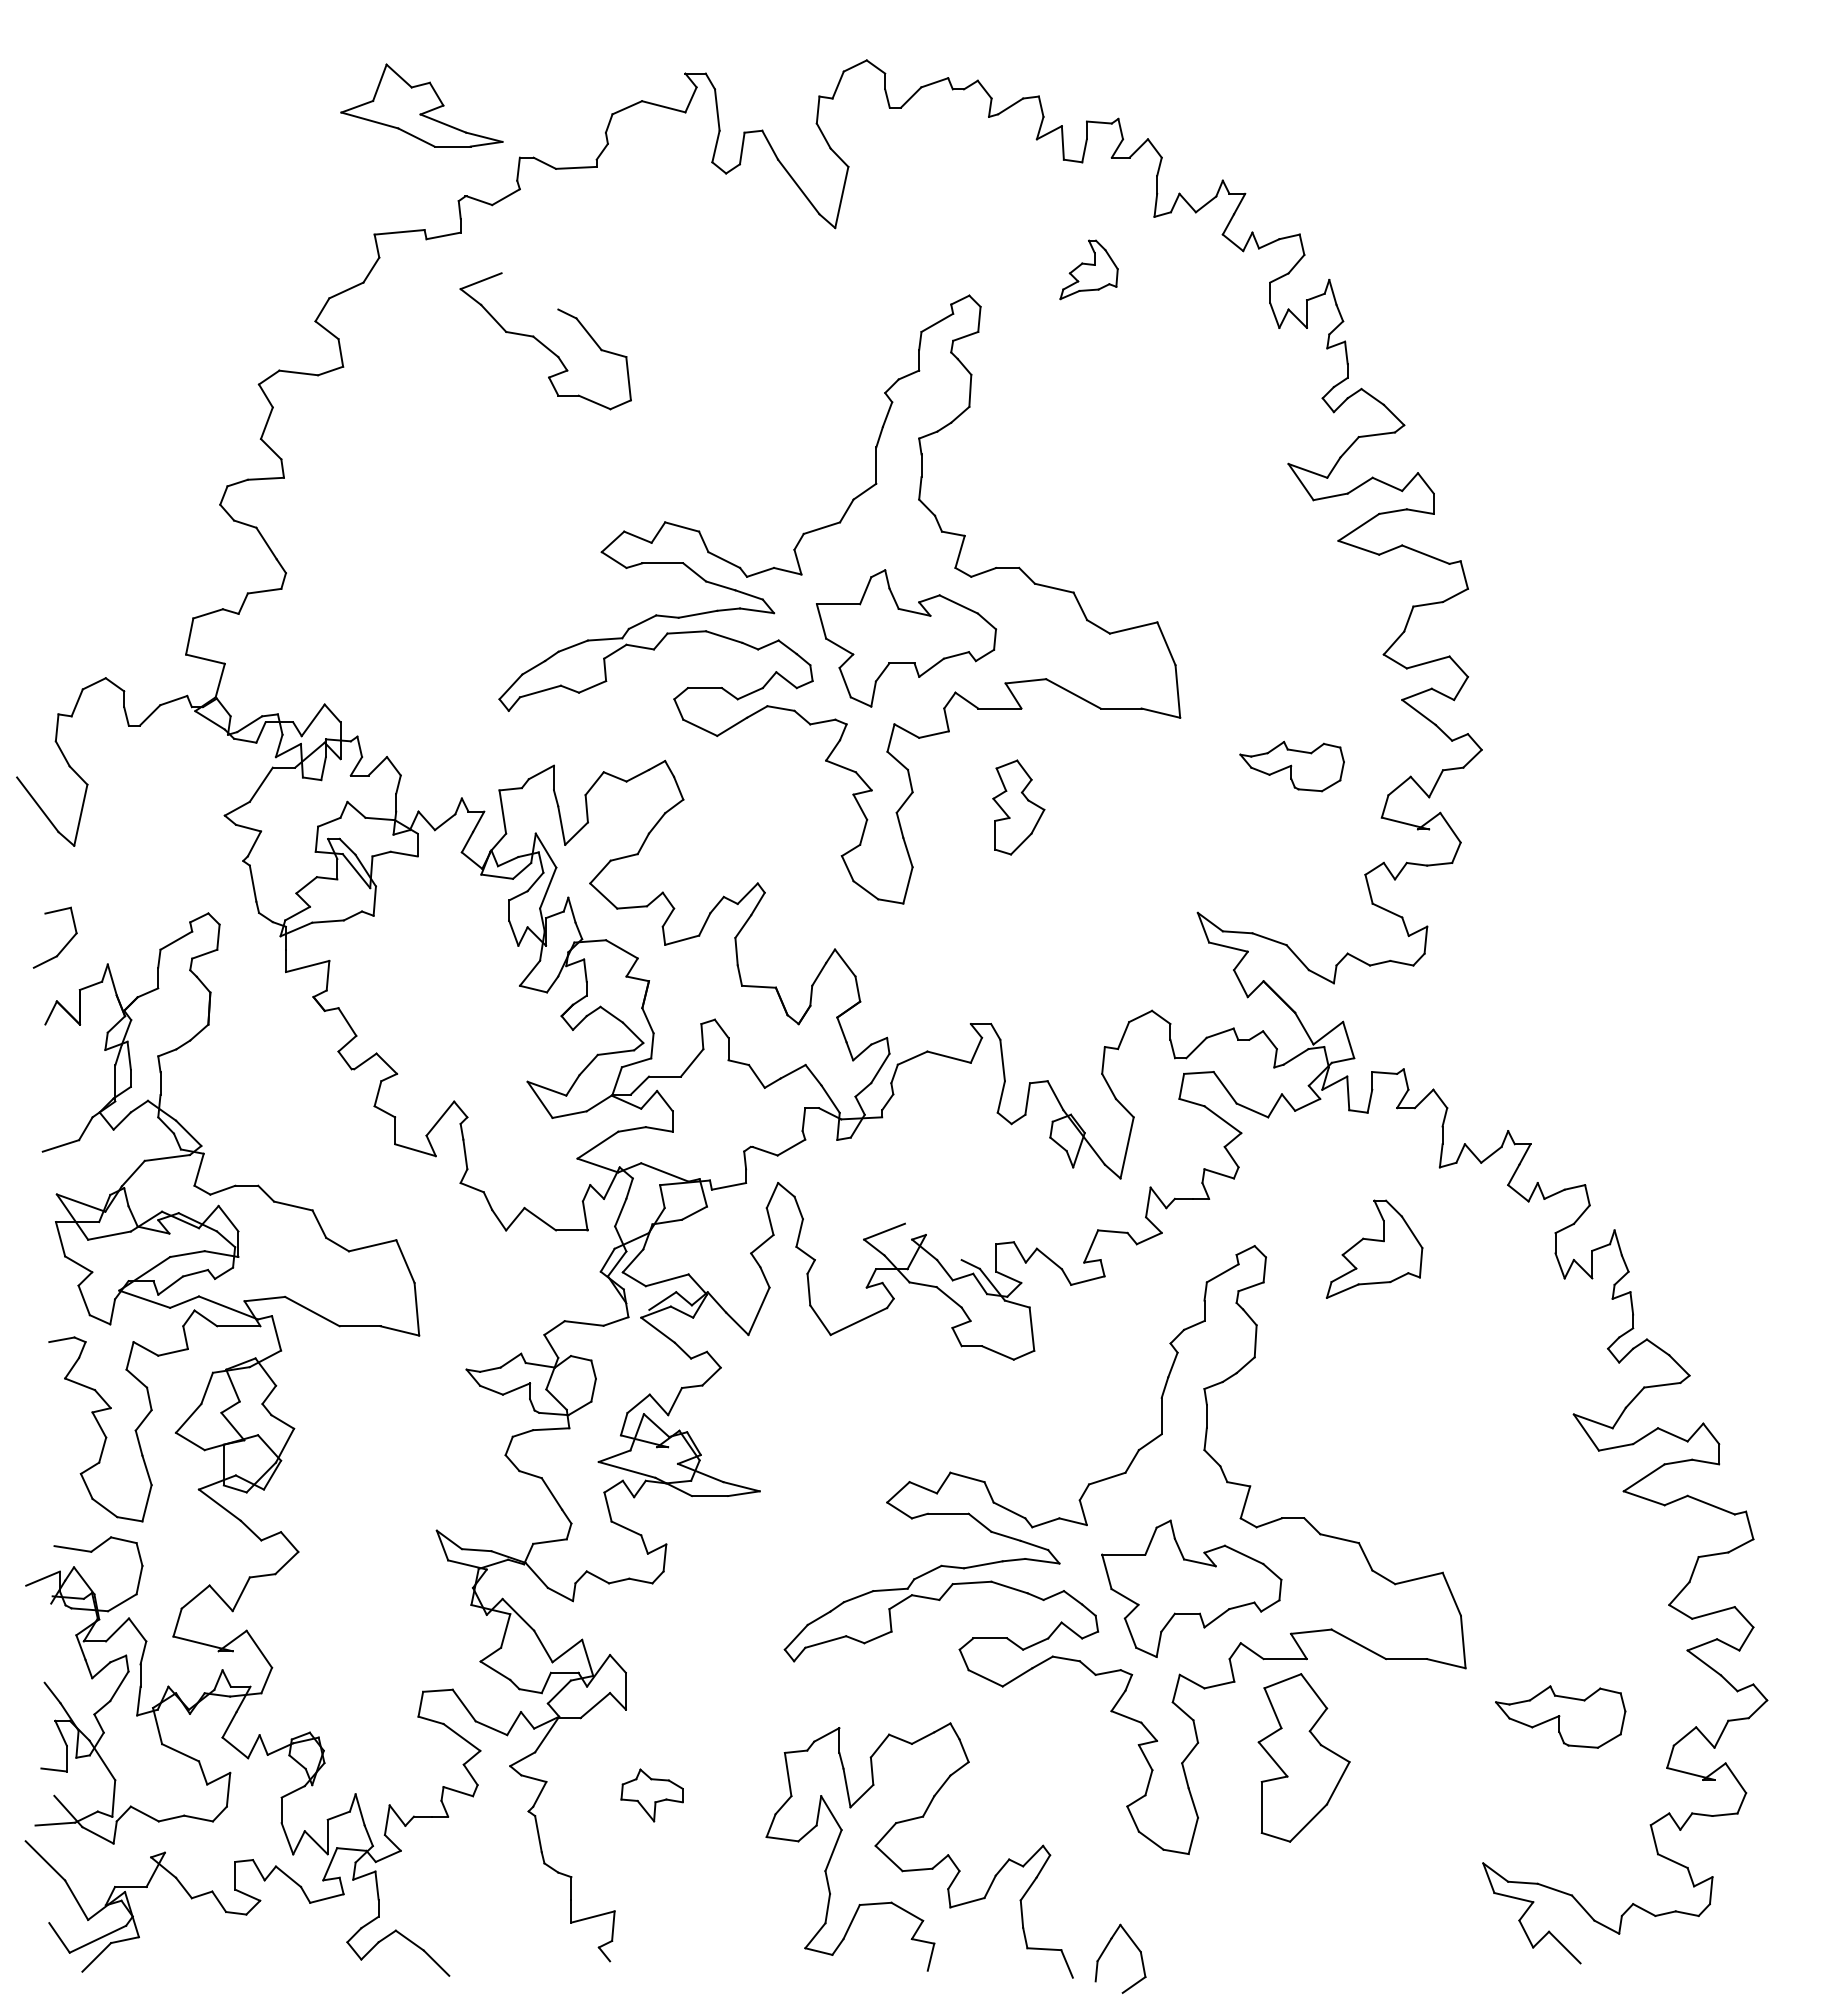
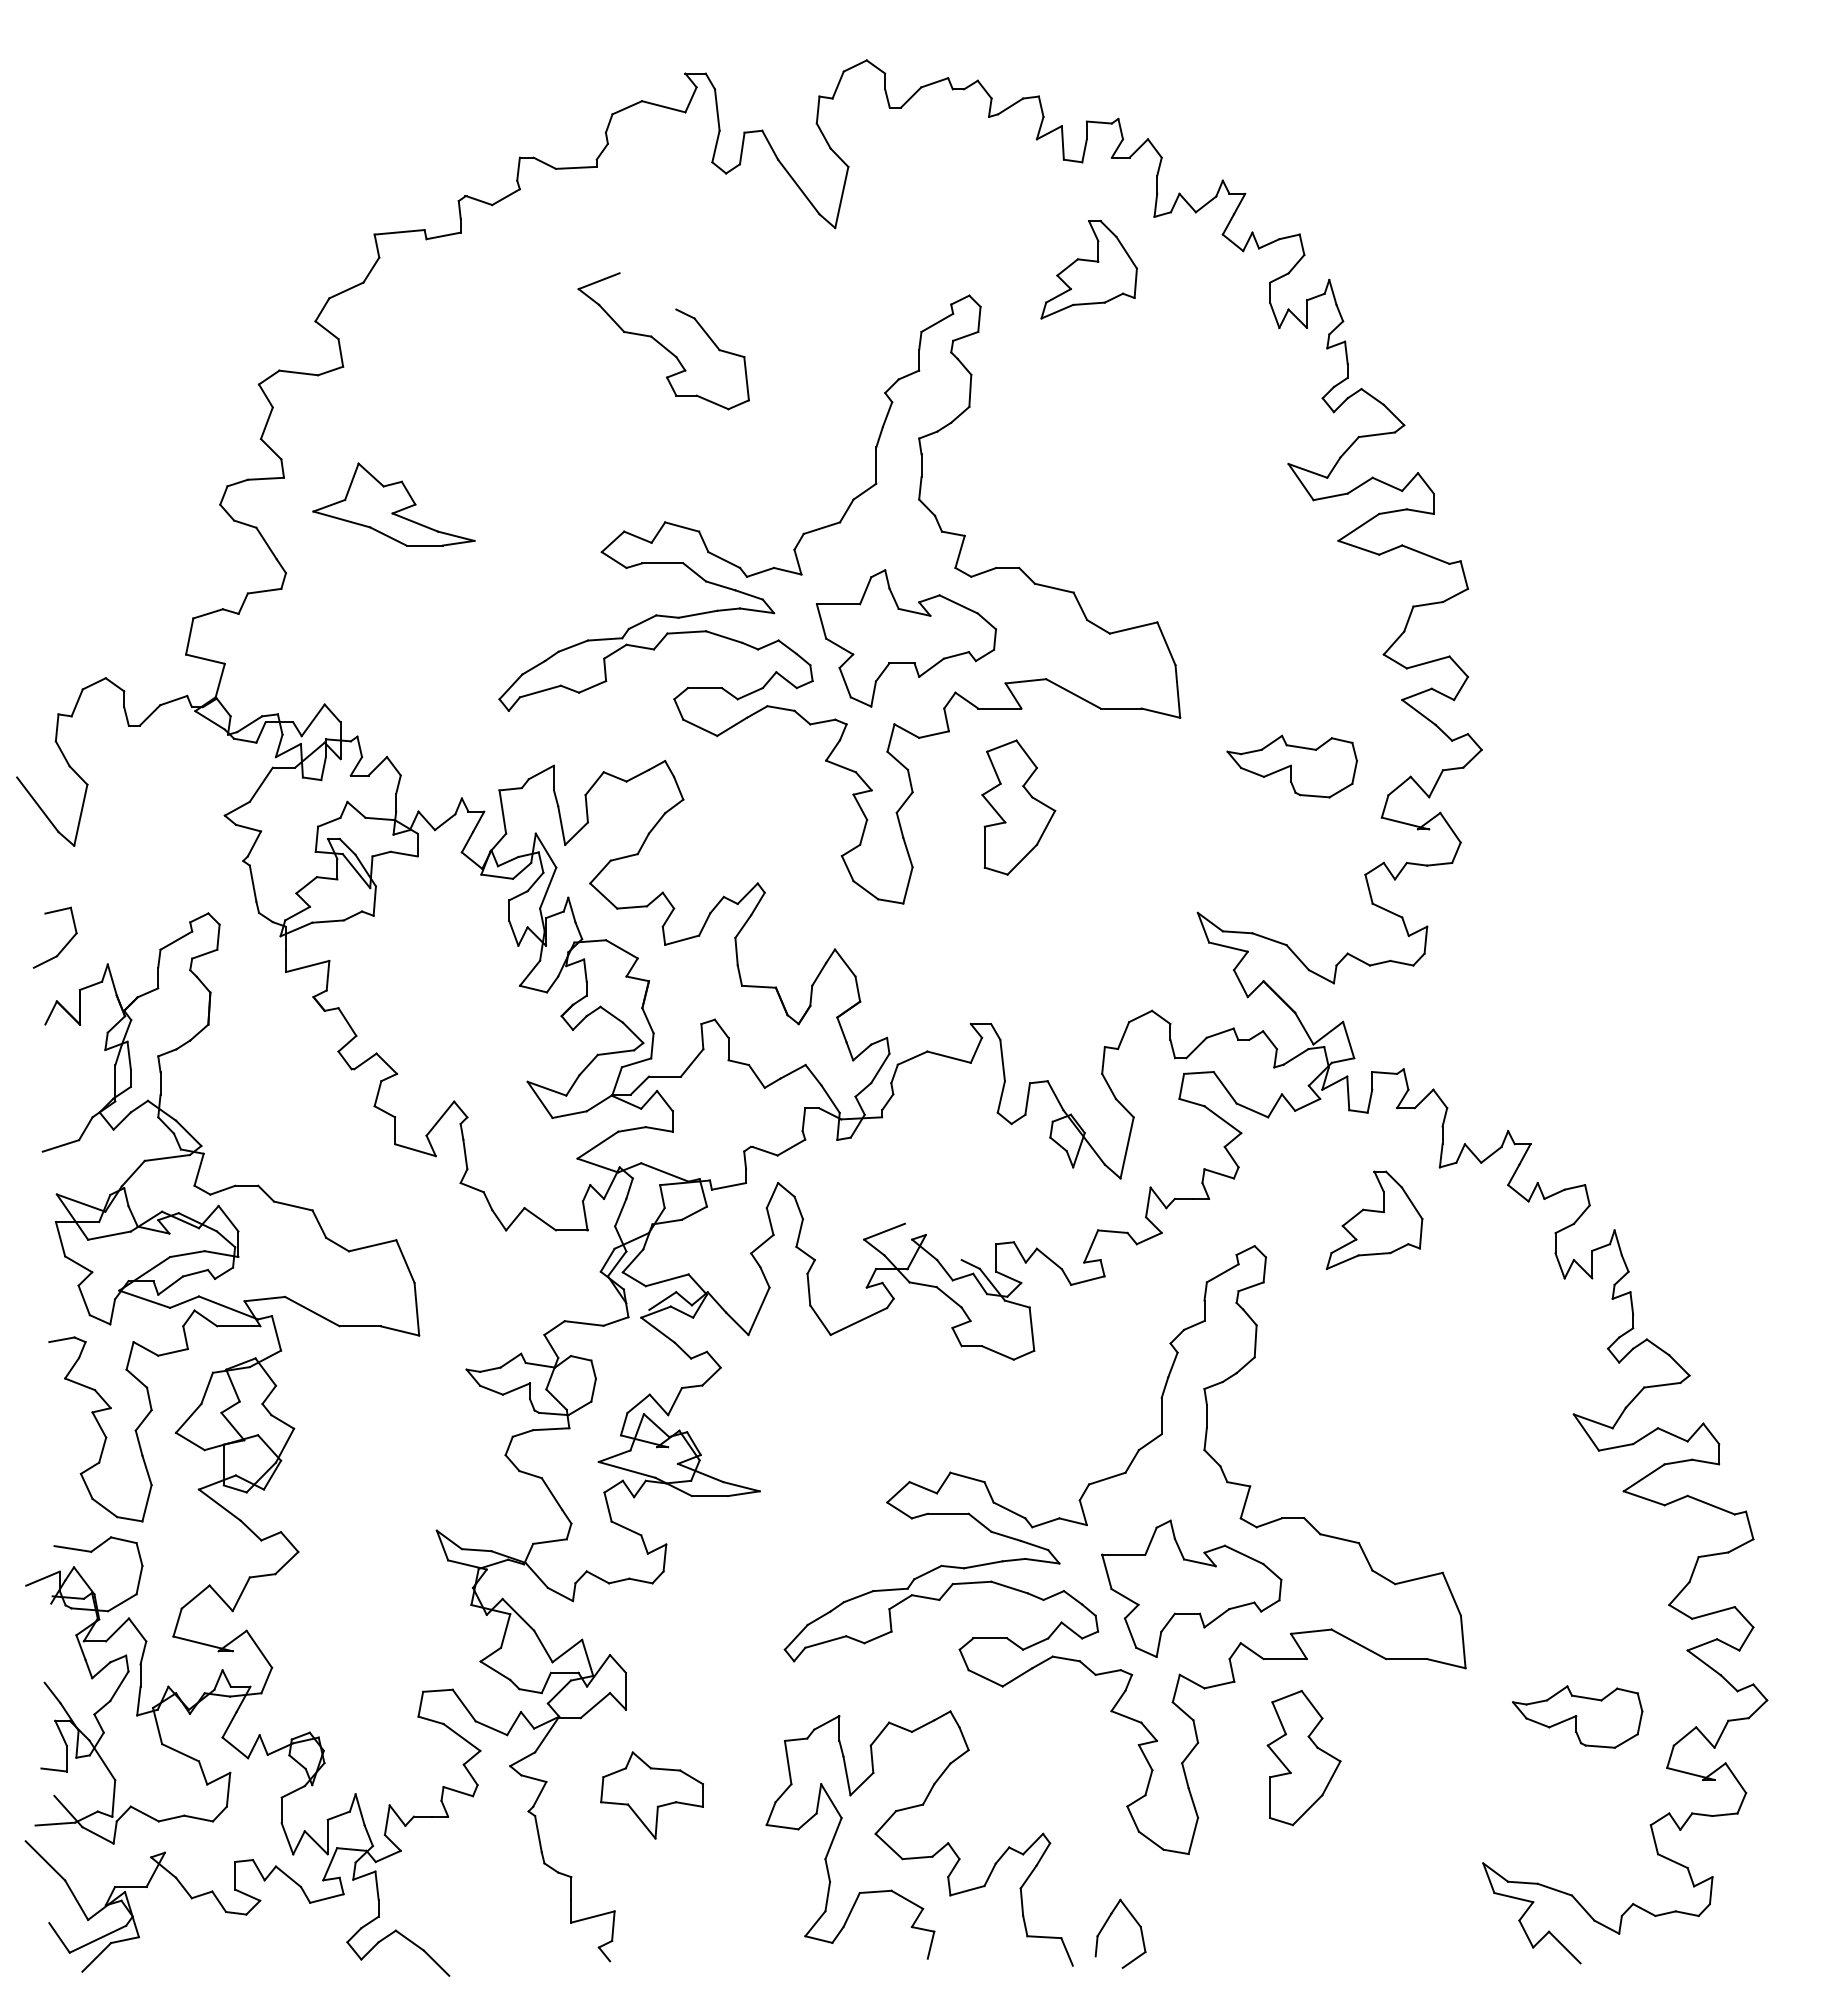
part at (421, 105) position: (421, 105) -> (393, 504)
part at (1088, 269) size: 60x62 px -> 98x100 px
part at (545, 341) position: (545, 341) -> (663, 341)
part at (1291, 766) size: 106x53 px -> 132x65 px
part at (1018, 807) size: 54x97 px -> 76x137 px
part at (1374, 1248) position: (1374, 1248) -> (1374, 1219)
part at (1560, 1716) position: (1560, 1716) -> (1577, 1716)
part at (1303, 1757) size: 94x170 px -> 76x137 px
part at (651, 1795) size: 64x55 px -> 104x89 px
part at (919, 1868) position: (919, 1868) -> (919, 1856)
part at (1105, 1950) position: (1105, 1950) -> (1105, 1925)
